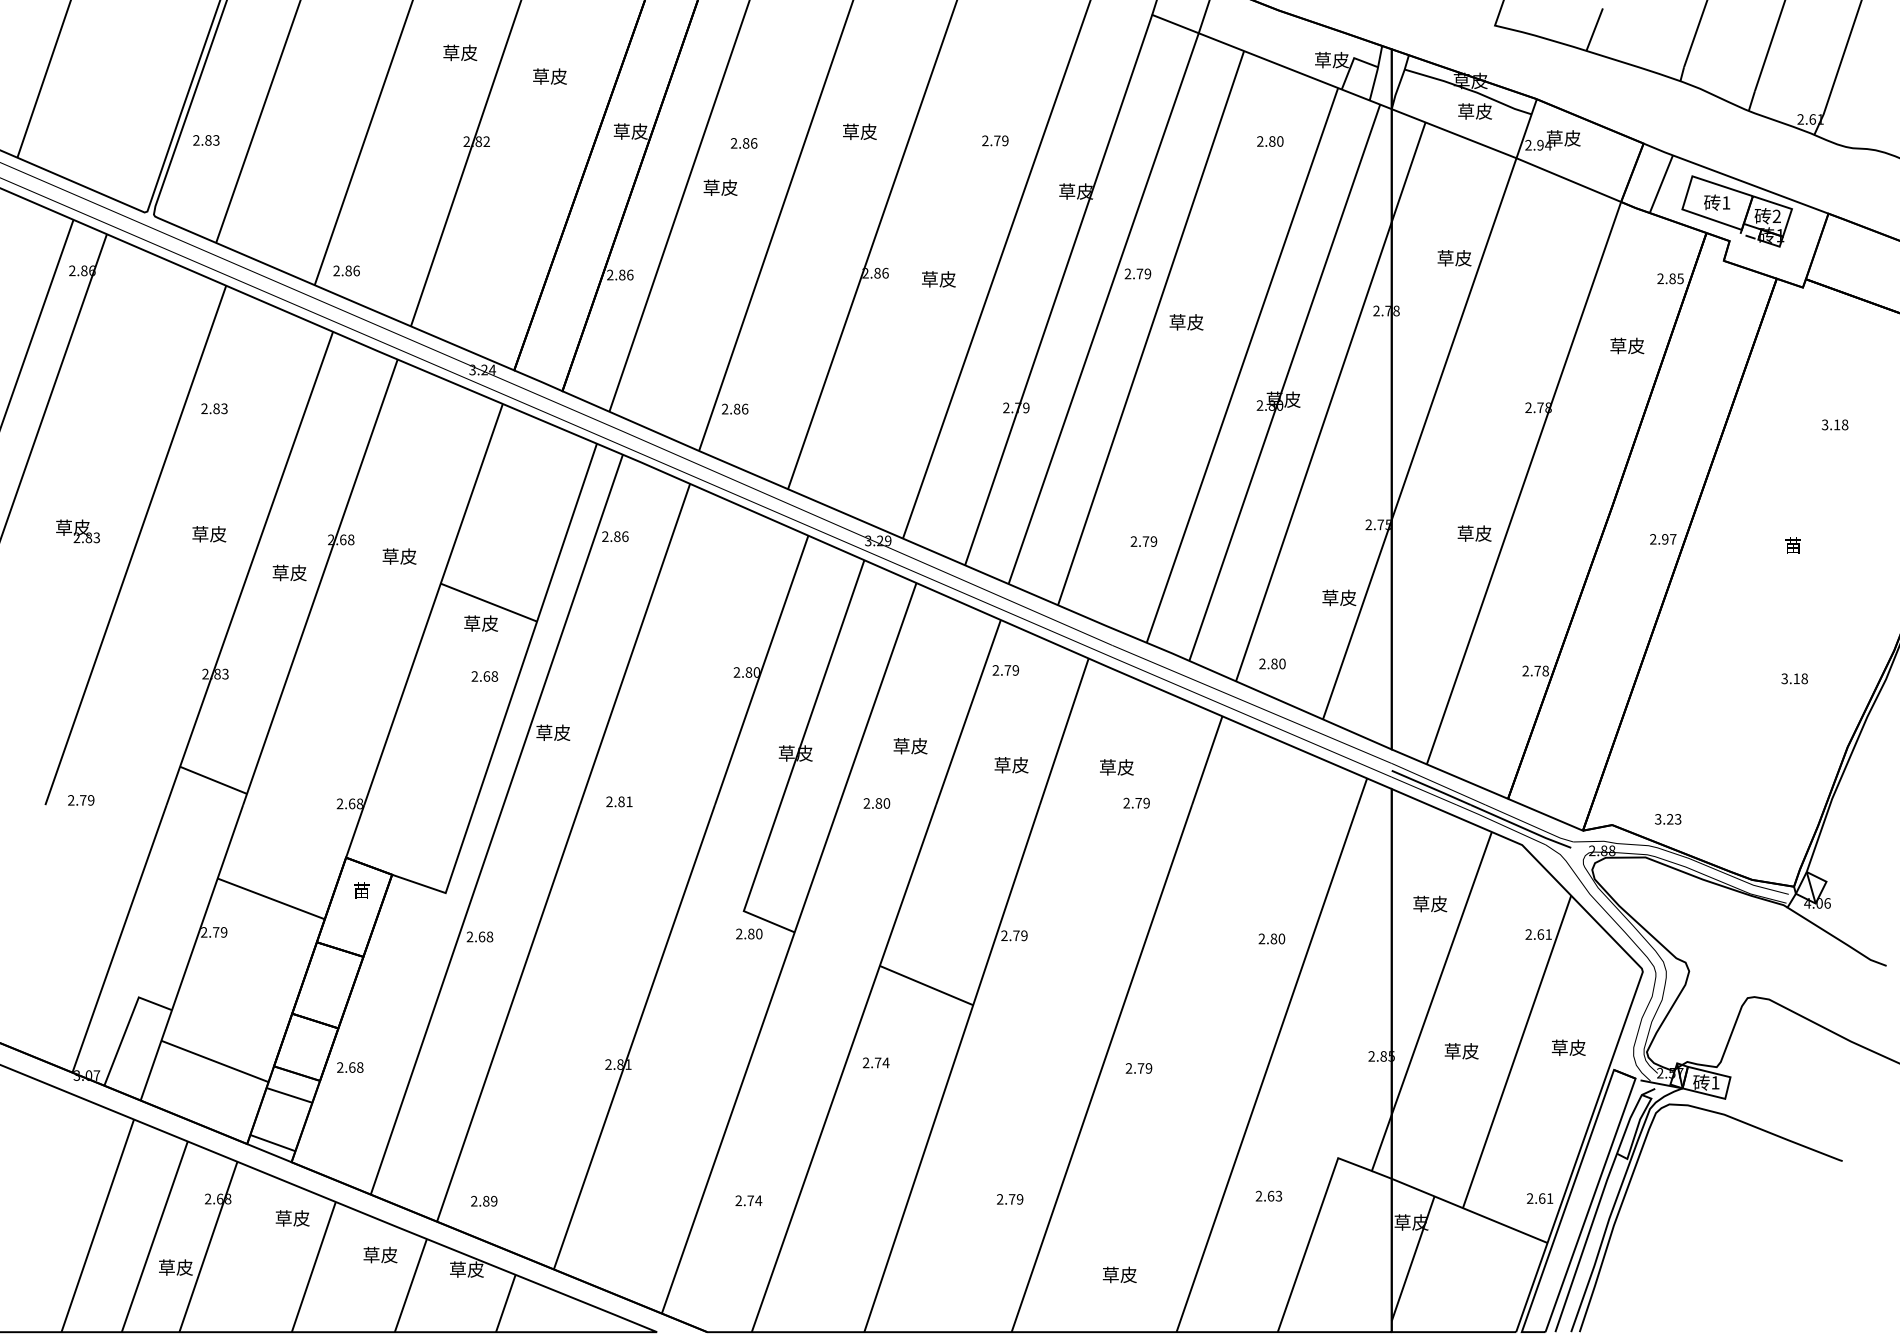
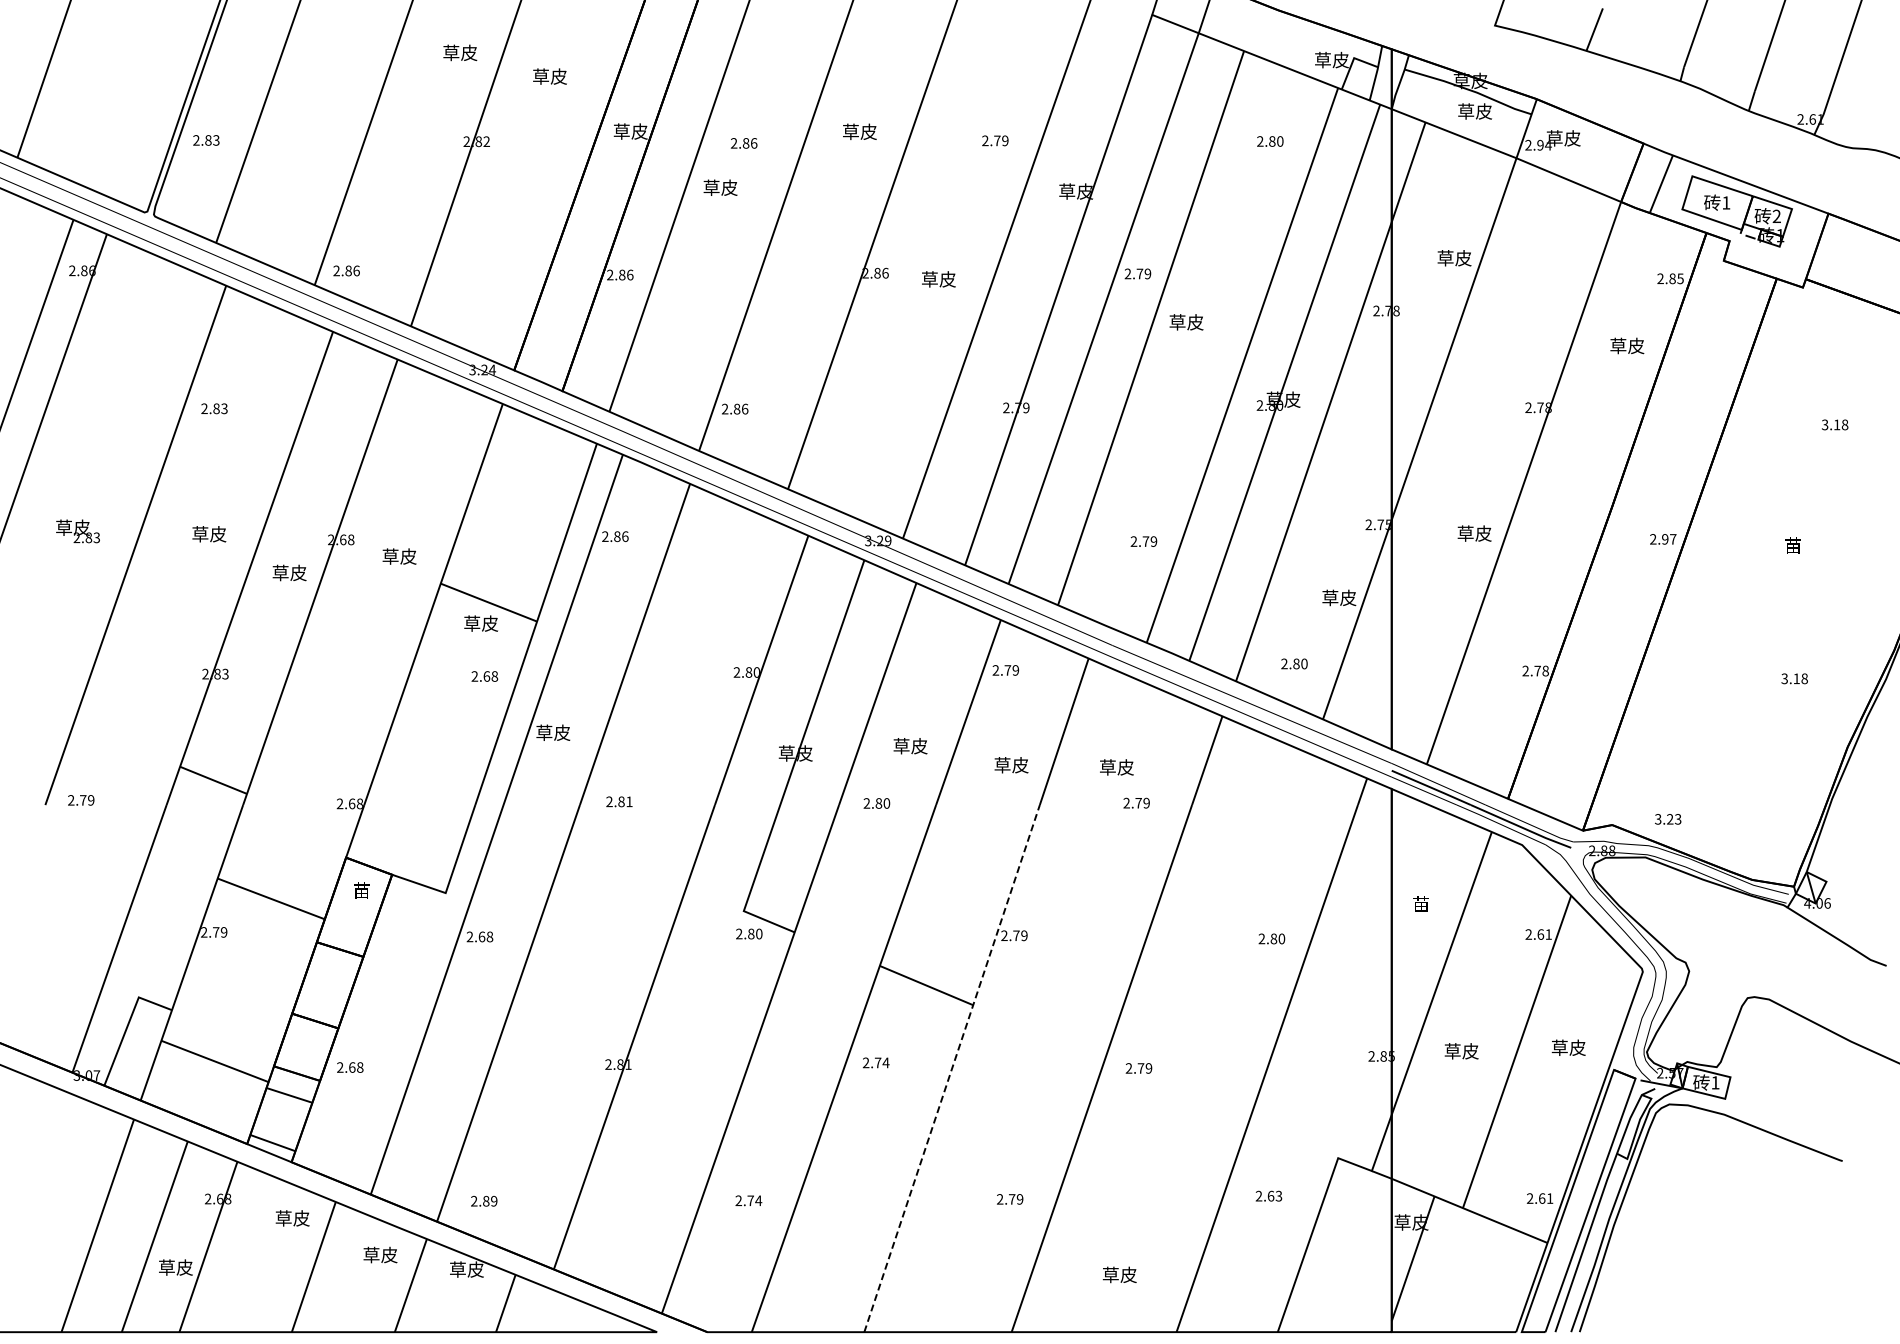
text at (1272, 663) position: (1272, 663) -> (1294, 663)
text at (1430, 903): 草皮 -> 苗
line at (952, 1068): solid -> dashed
